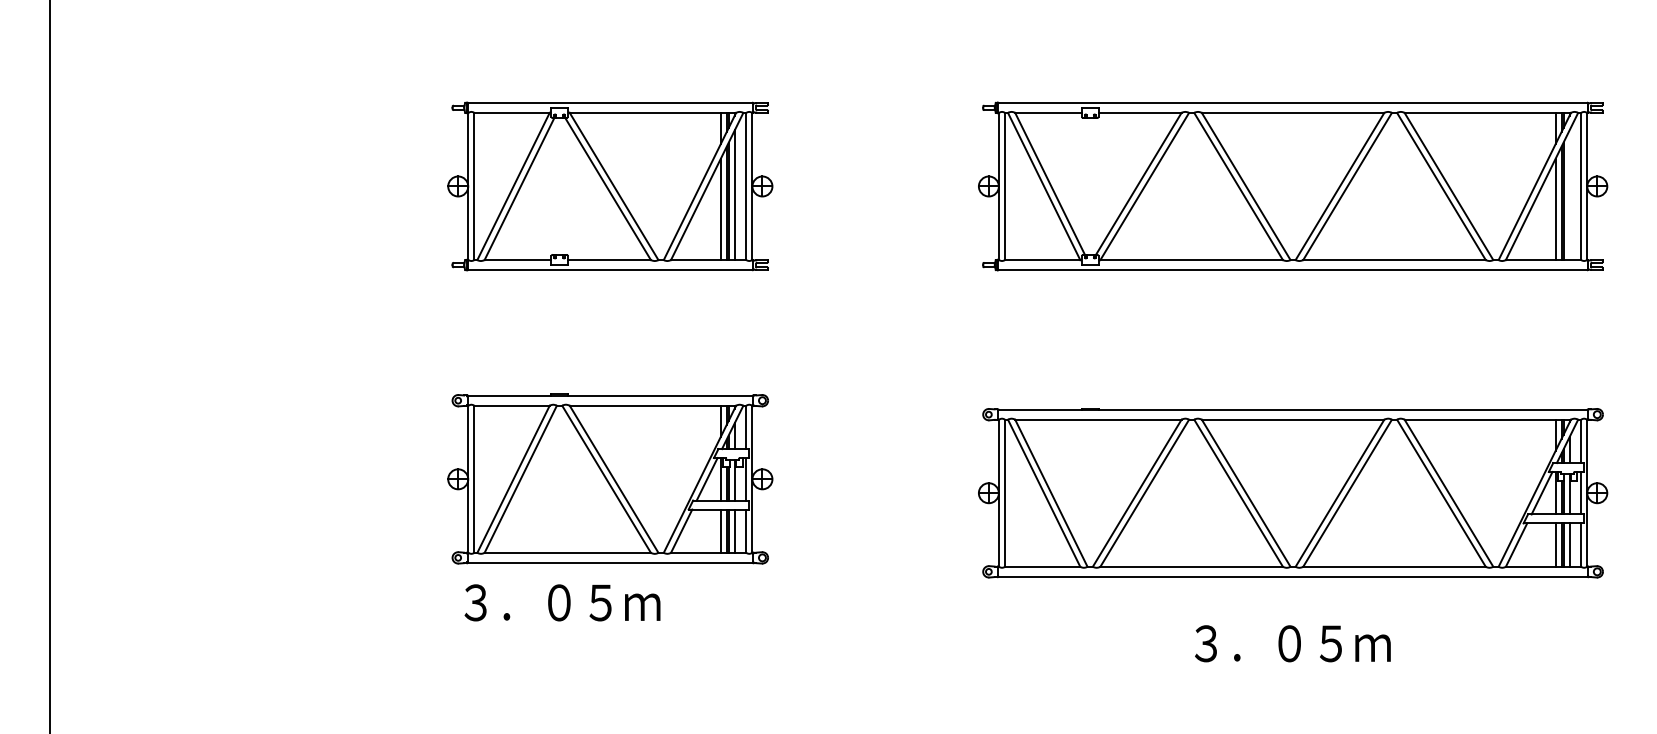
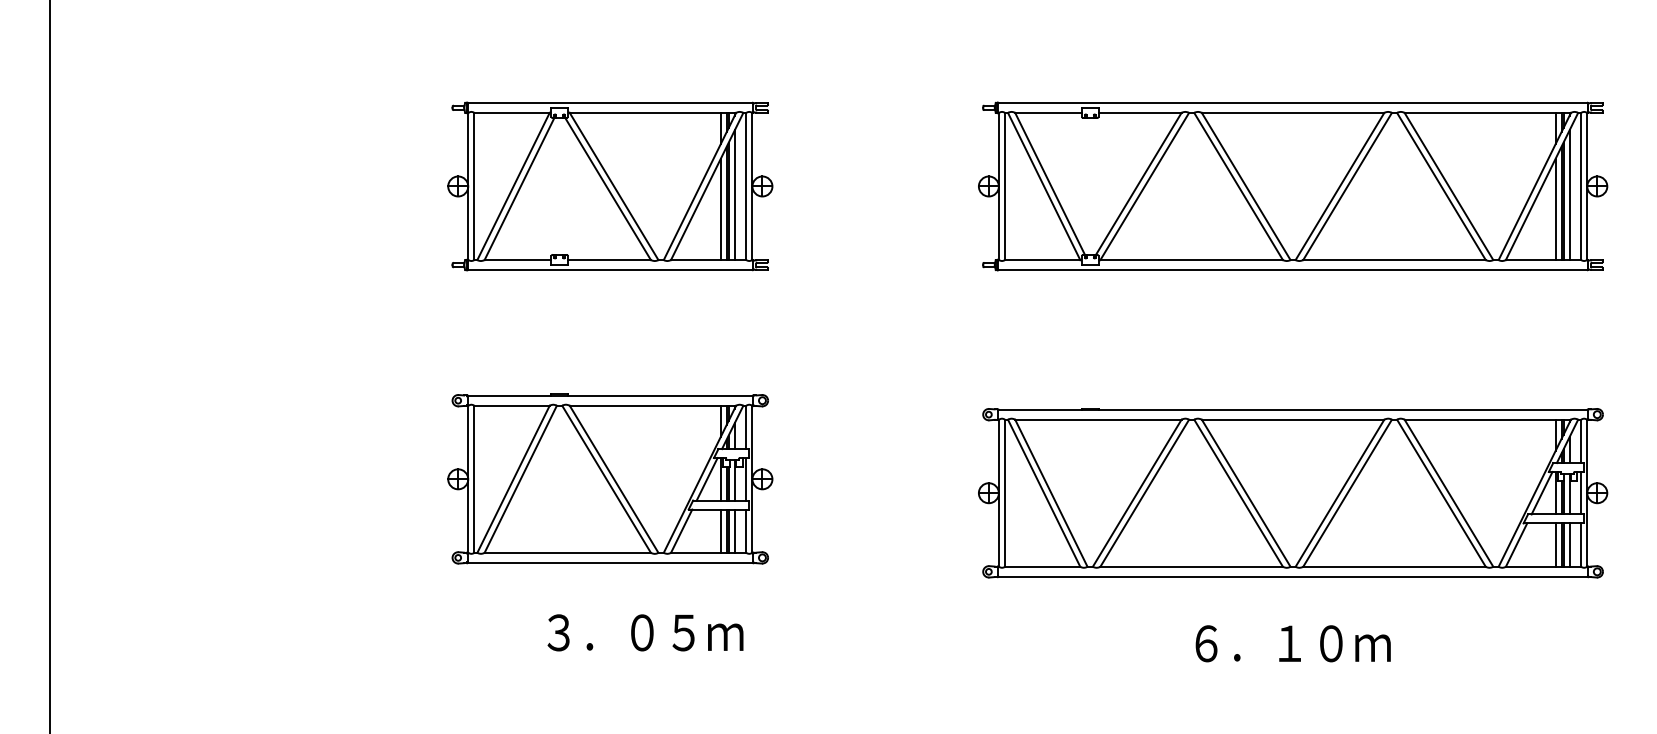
line at (1569, 195): none -> present
text at (562, 602) position: (562, 602) -> (645, 632)
text at (1268, 643): ３．０５ｍ -> ６．１０ｍ
